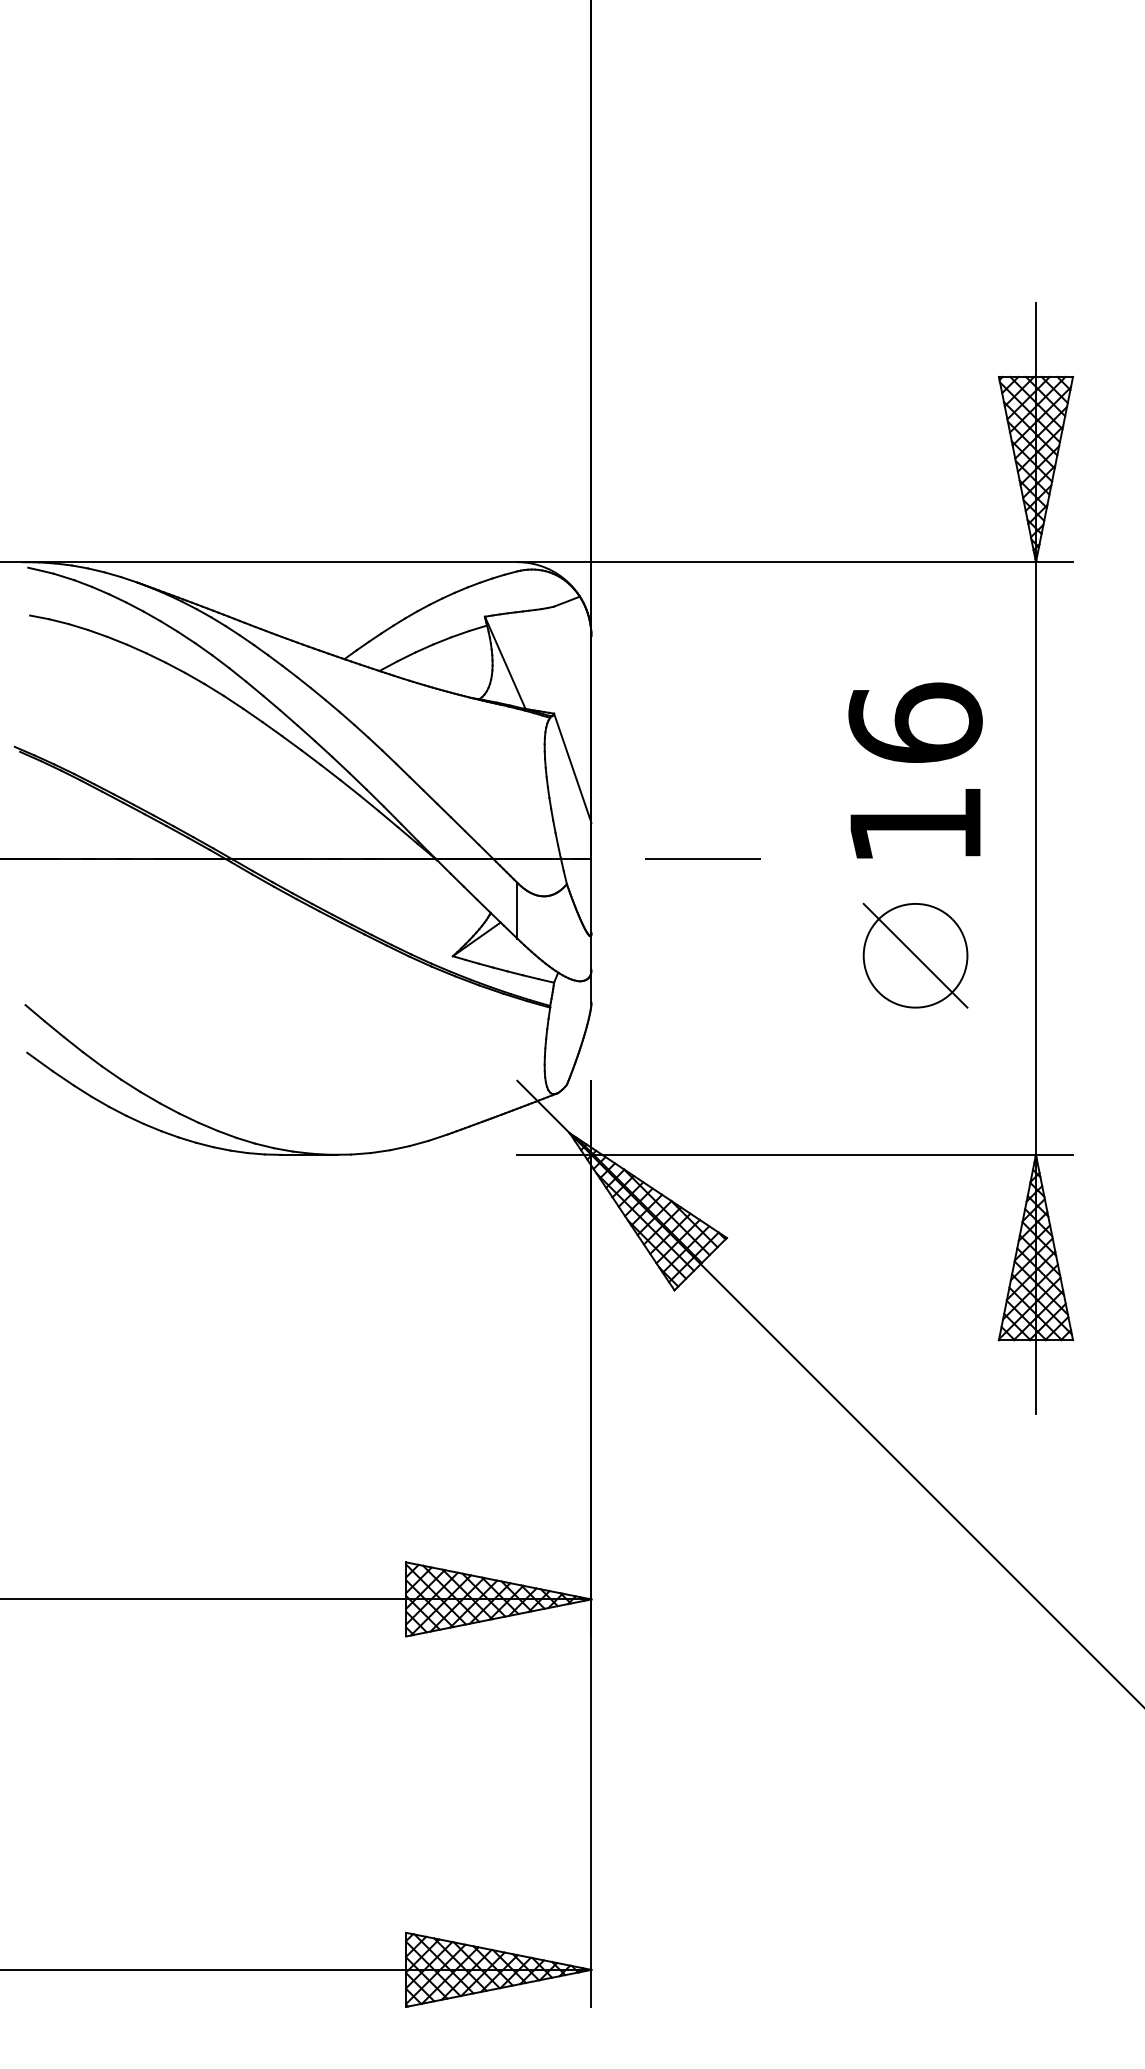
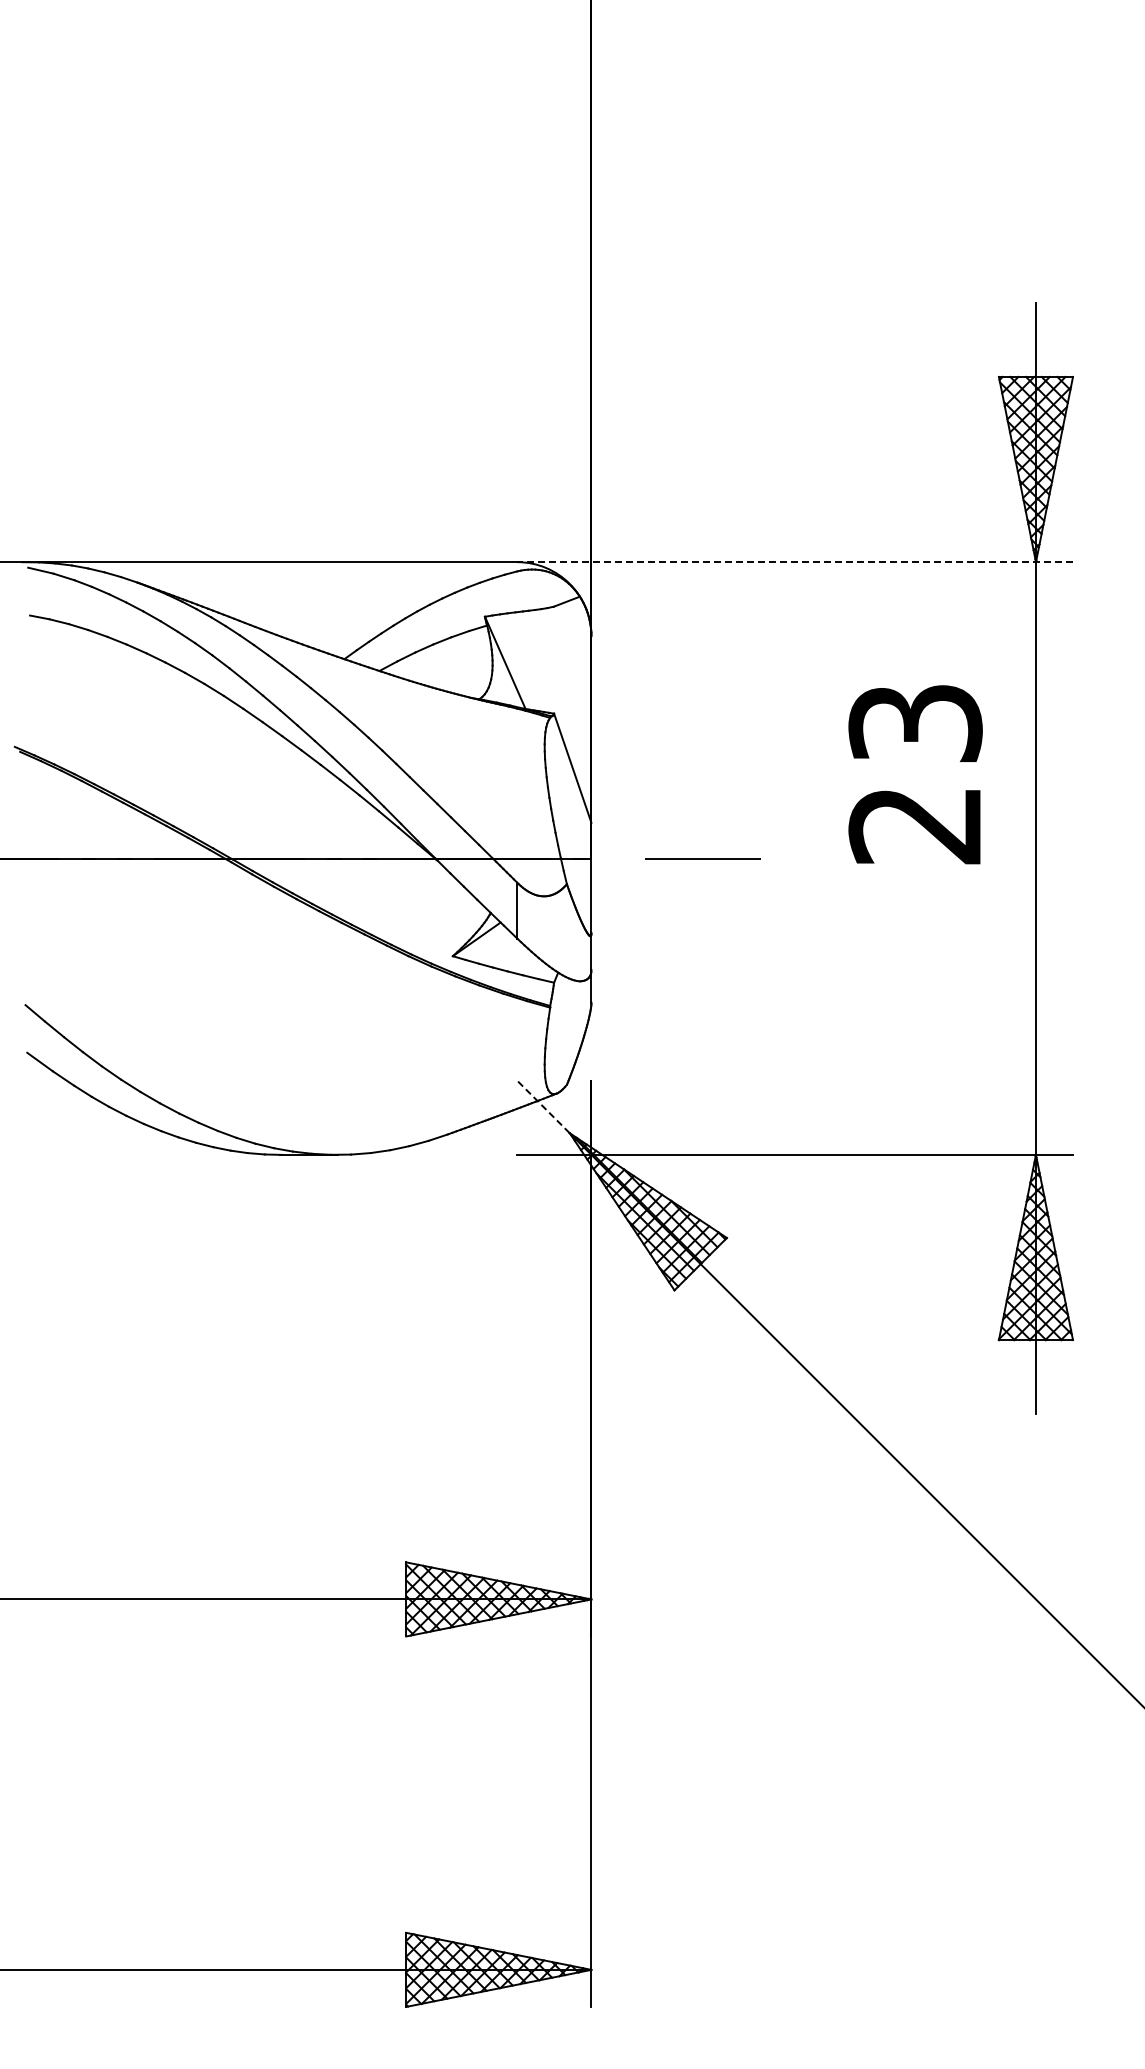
line at (795, 562): solid -> dashed
text at (915, 773): 16 -> 23
part at (915, 955): present -> none
line at (543, 1106): solid -> dashed
